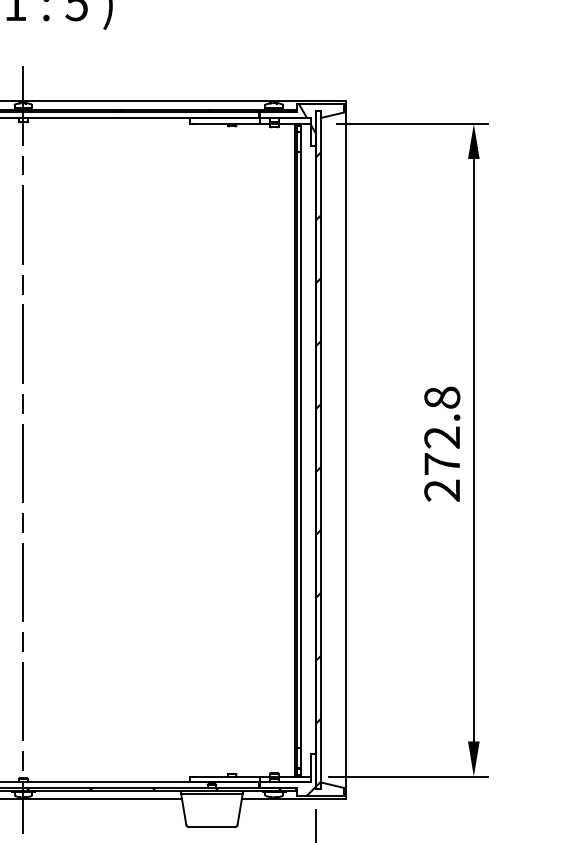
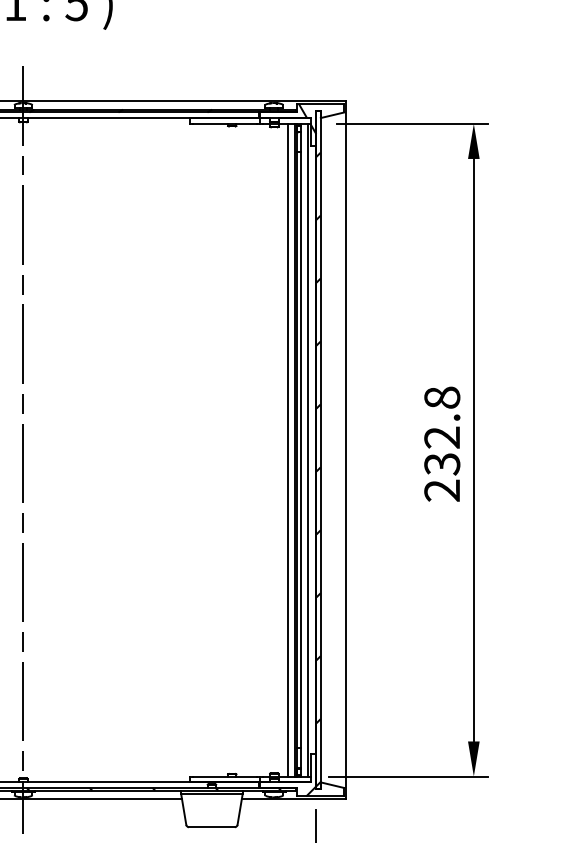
line at (288, 449): none -> present
line at (307, 449): none -> present
text at (442, 464): 272.8 -> 232.8
